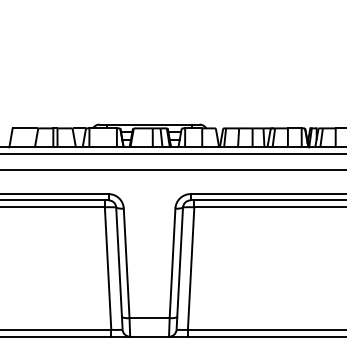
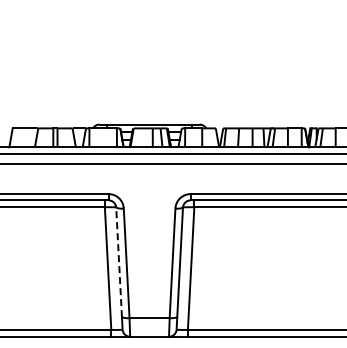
line at (172, 170) position: (172, 170) -> (172, 164)
line at (119, 262): solid -> dashed
